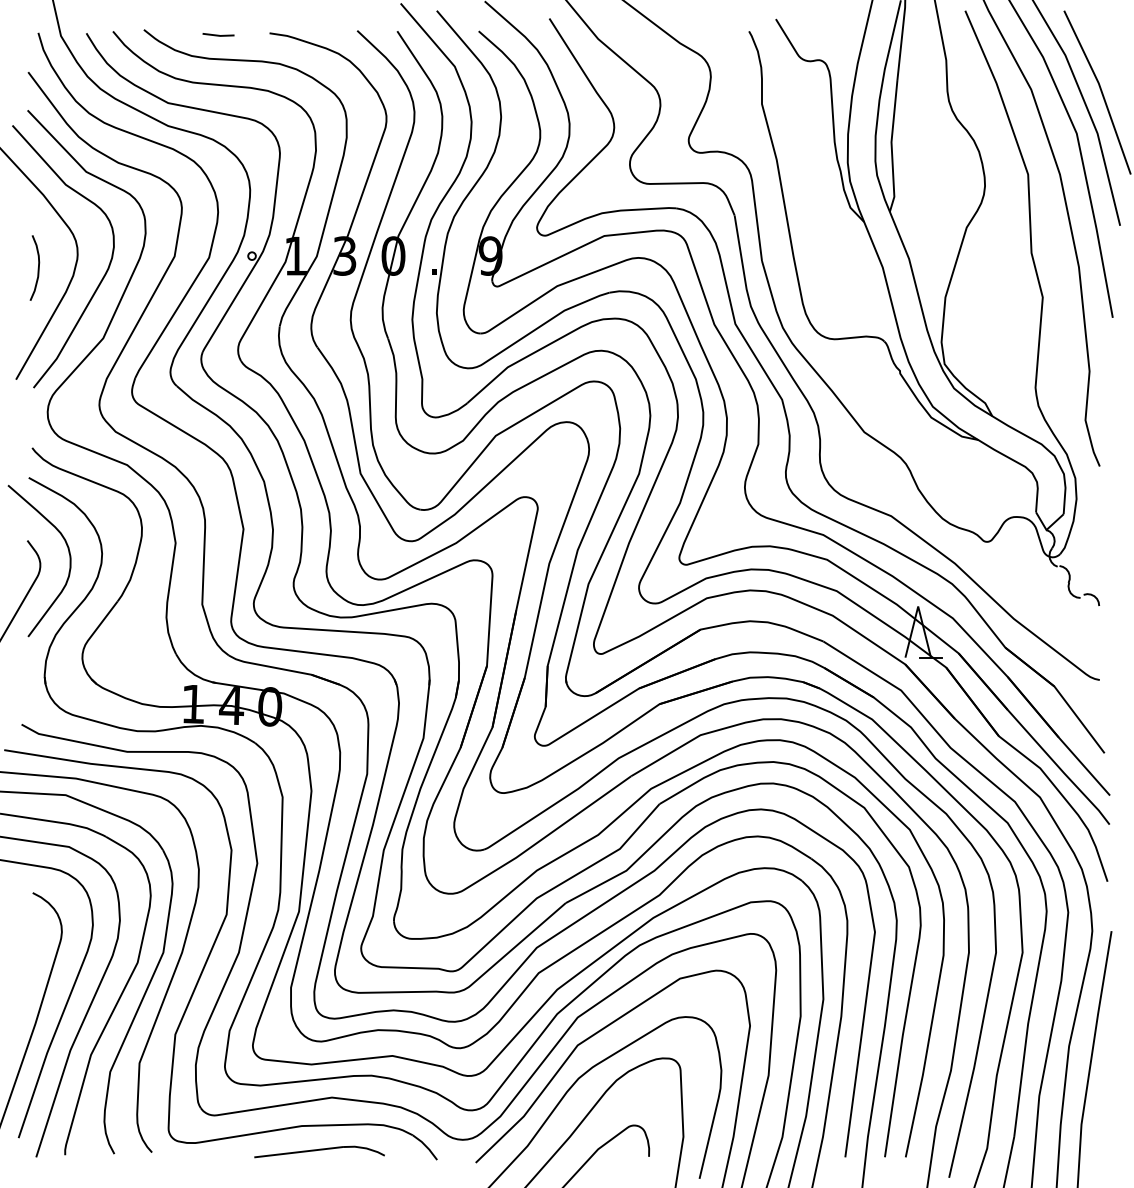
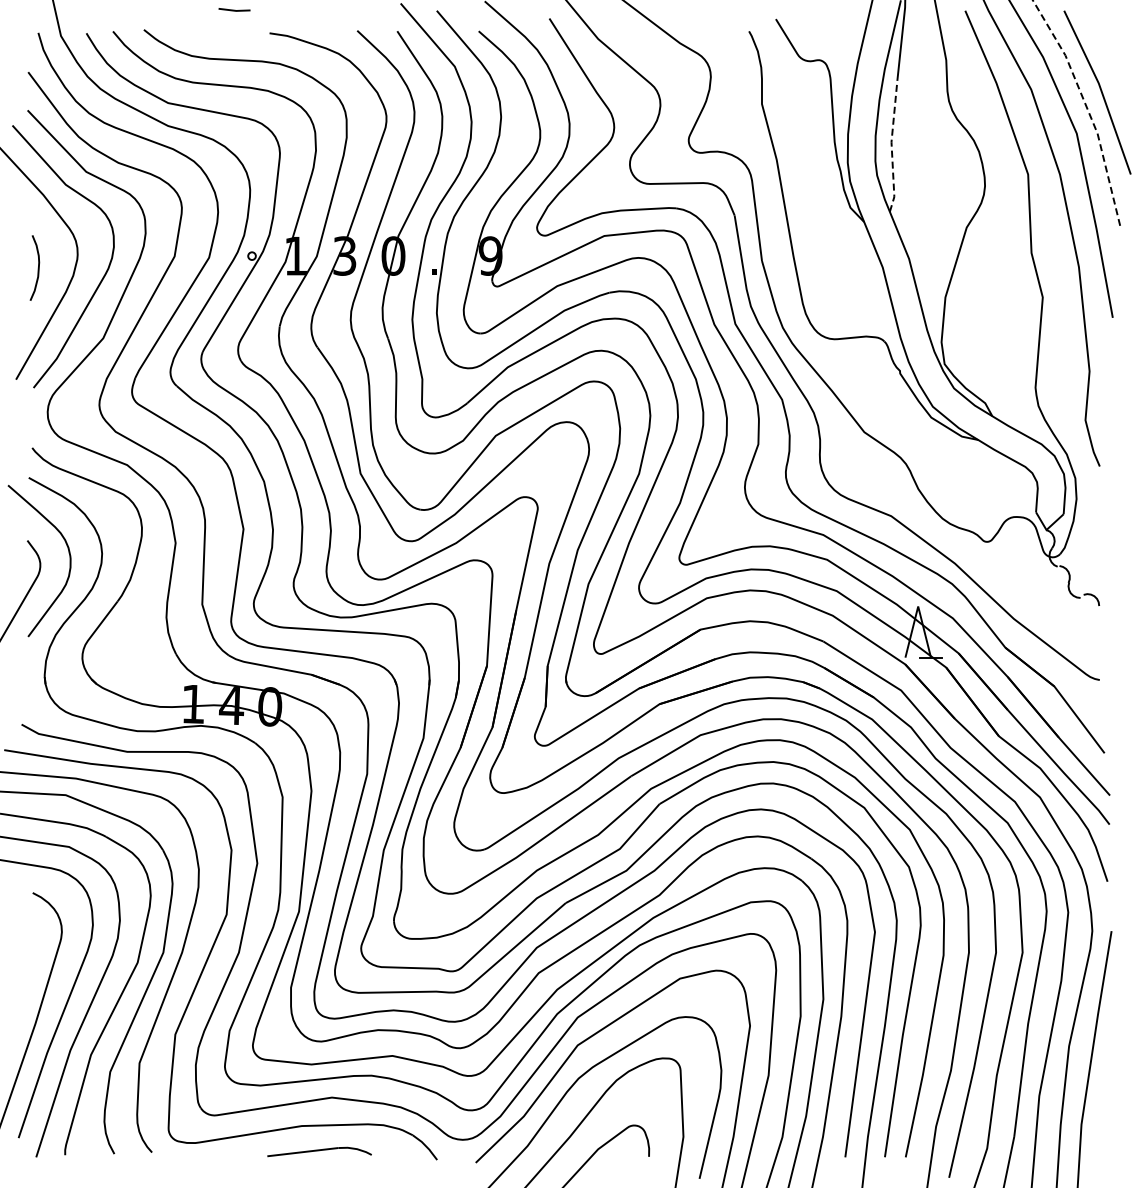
line at (218, 34) position: (218, 34) -> (234, 9)
line at (1087, 108): solid -> dashed
line at (891, 146): solid -> dashed
part at (319, 1151) size: 131x14 px -> 105x12 px
